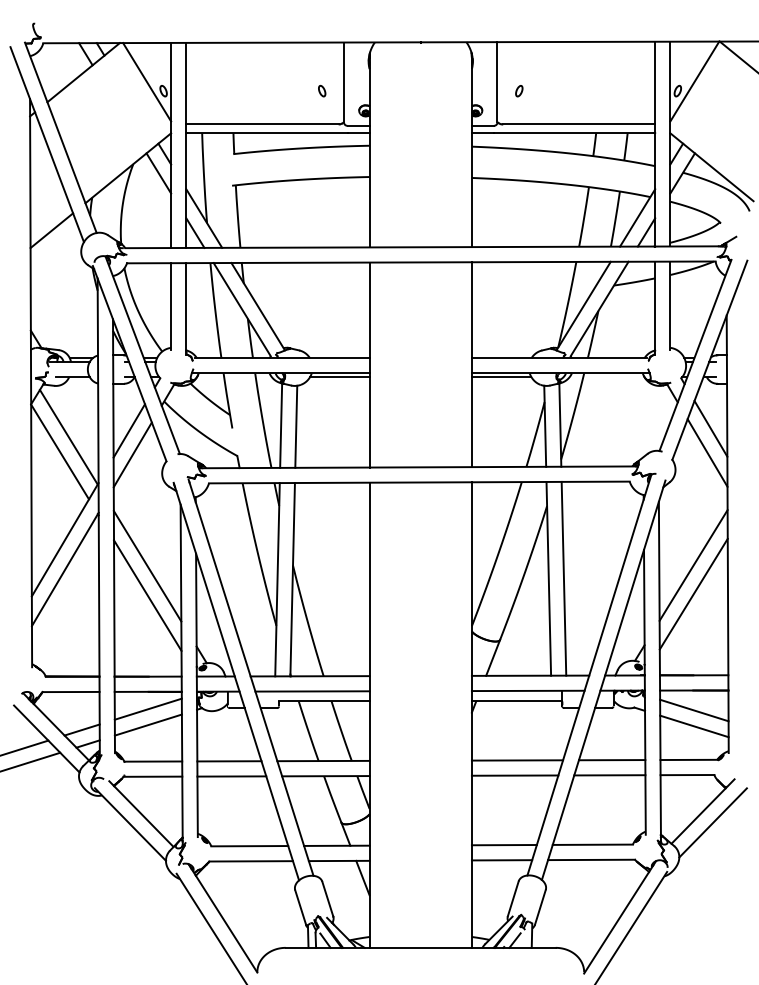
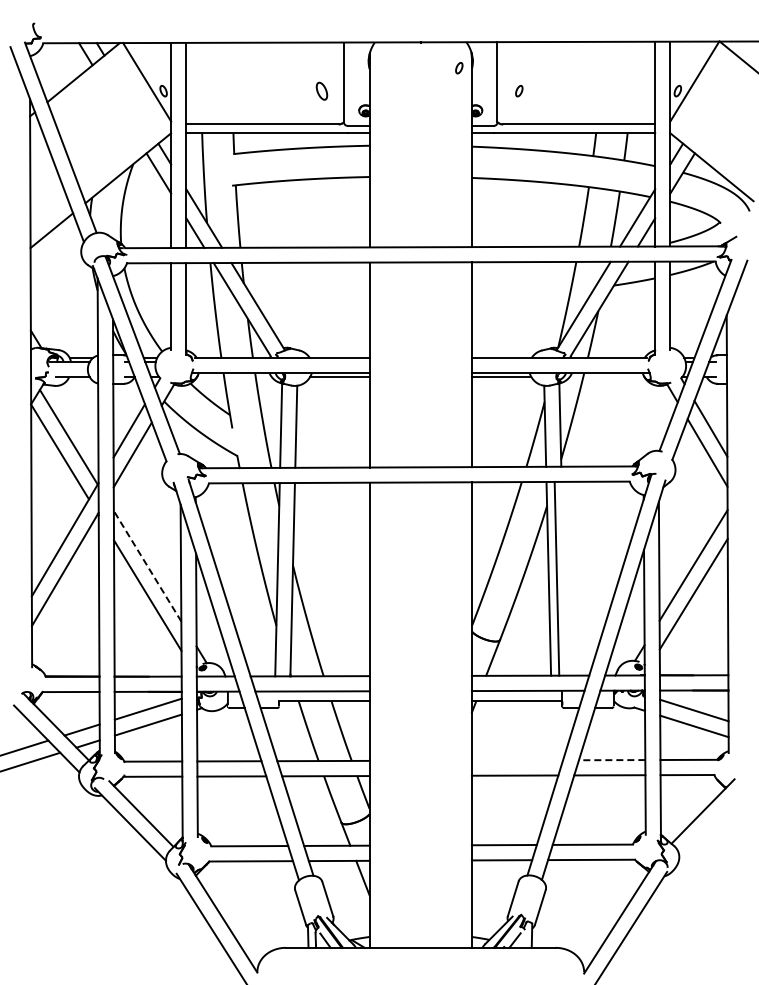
part at (459, 68): none -> present
part at (322, 90) size: 9x14 px -> 14x20 px
line at (147, 566): solid -> dashed
line at (563, 578) position: (563, 578) -> (556, 578)
line at (517, 760): present -> none
line at (611, 760): solid -> dashed
line at (712, 822): present -> none
